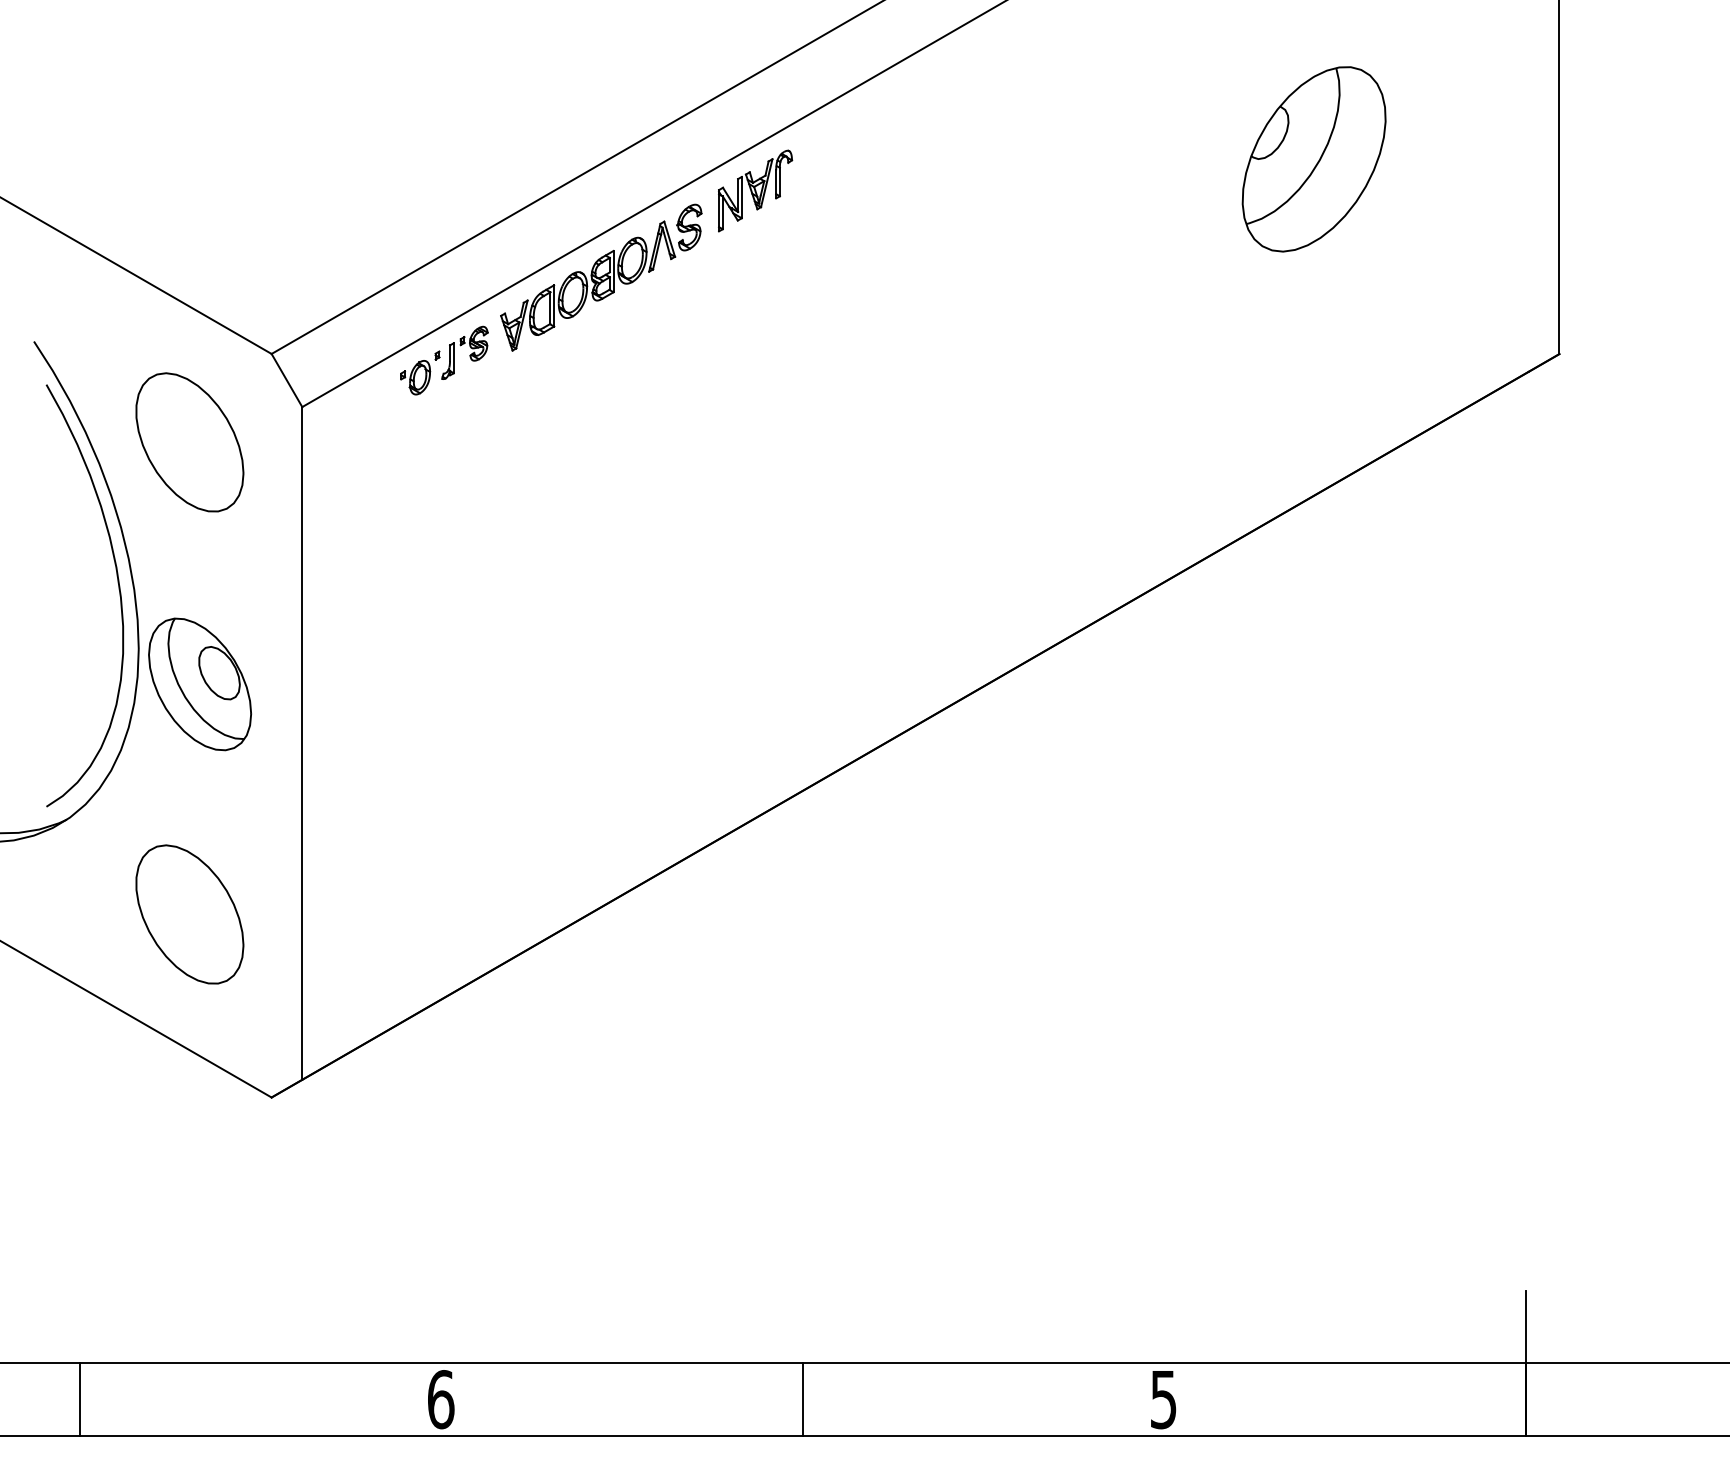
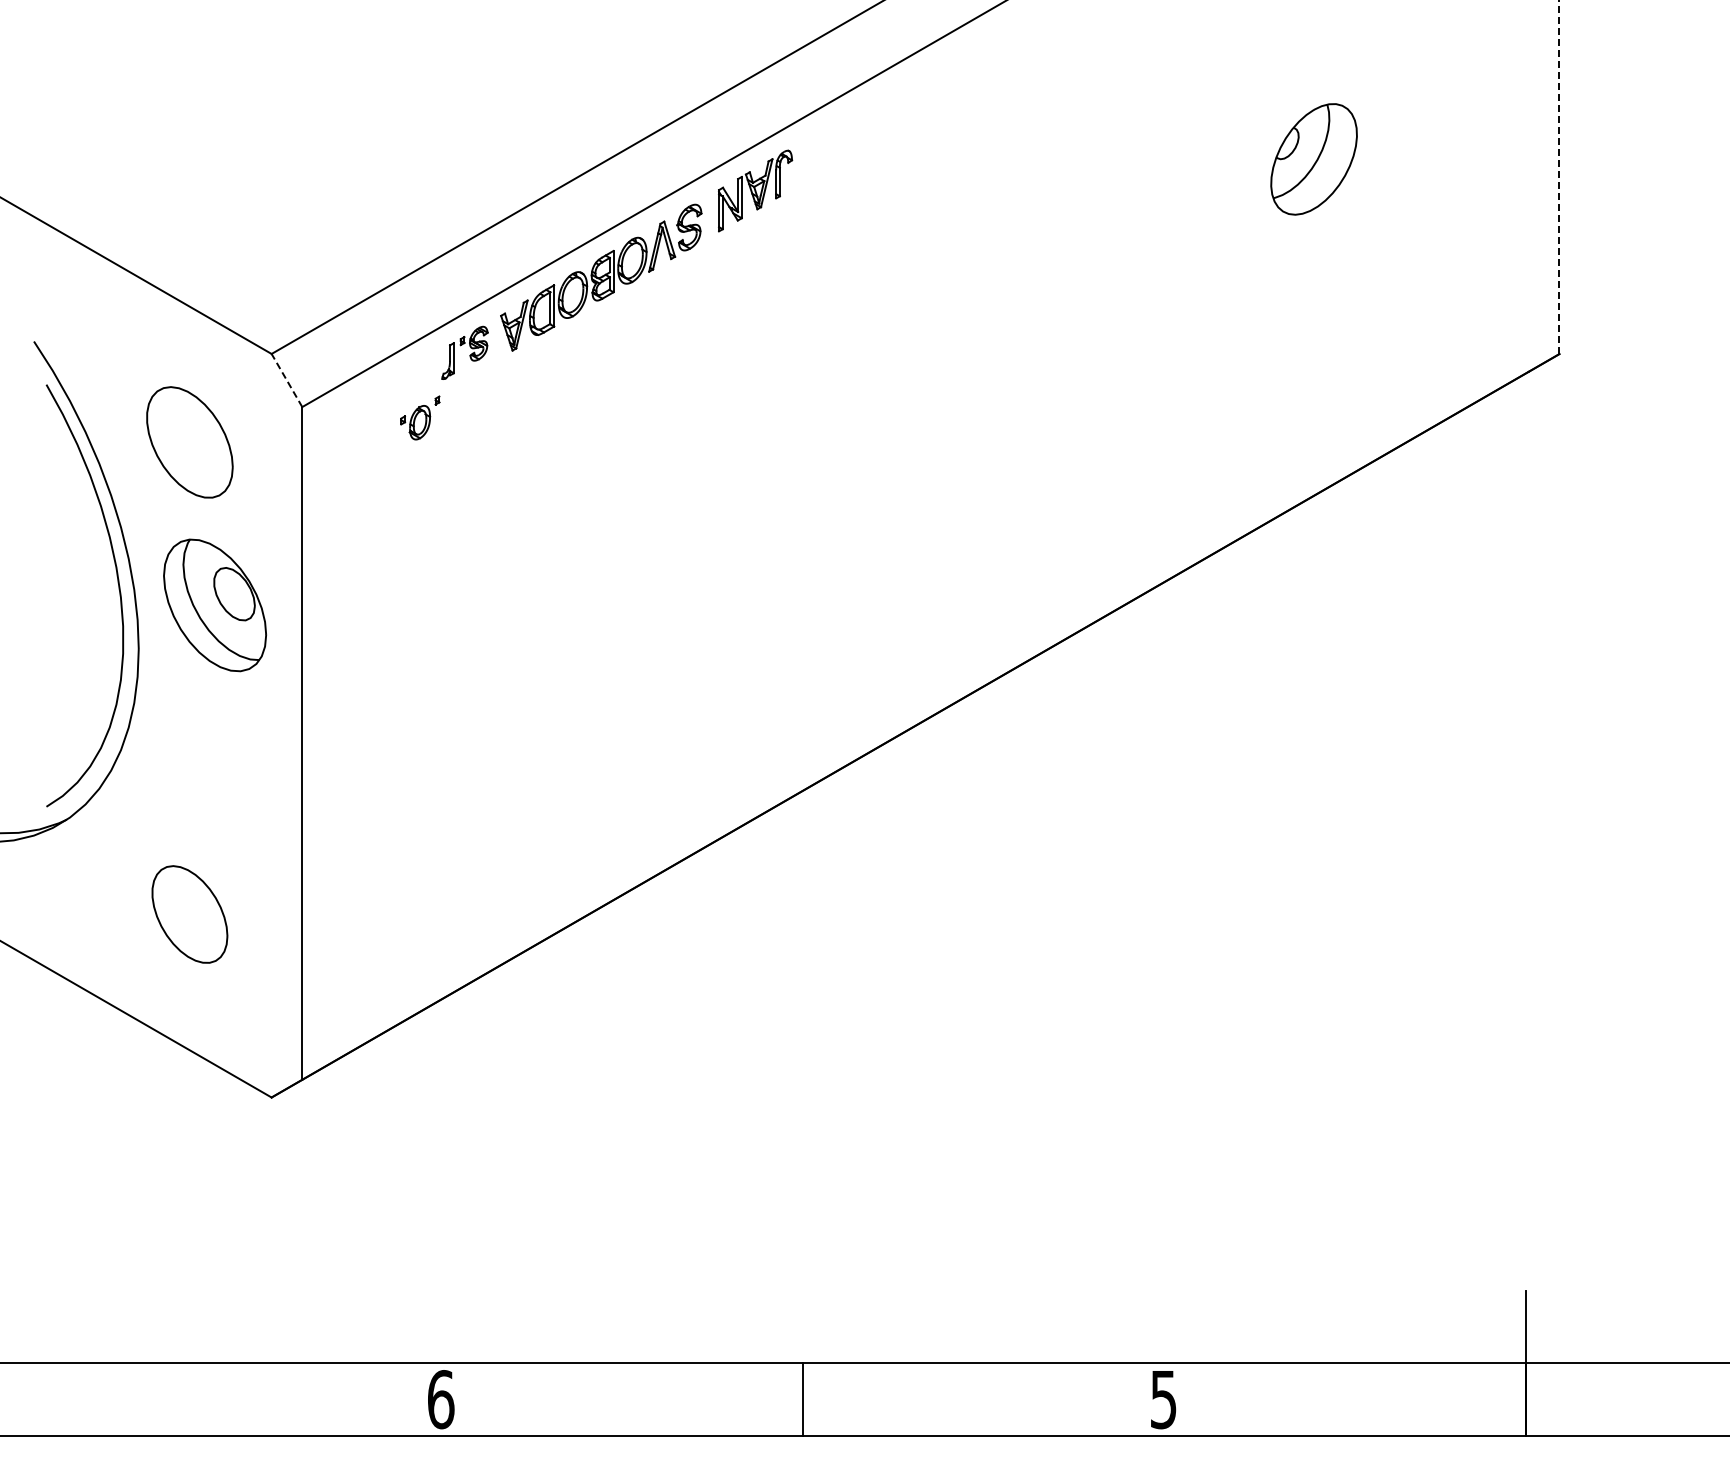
part at (1313, 159) size: 146x187 px -> 88x113 px
line at (1559, 177): solid -> dashed
part at (420, 372) position: (420, 372) -> (420, 417)
line at (286, 380): solid -> dashed
part at (189, 442) size: 110x141 px -> 88x113 px
part at (199, 684) position: (199, 684) -> (214, 605)
part at (189, 914) size: 110x141 px -> 78x99 px
line at (80, 1399): present -> none
